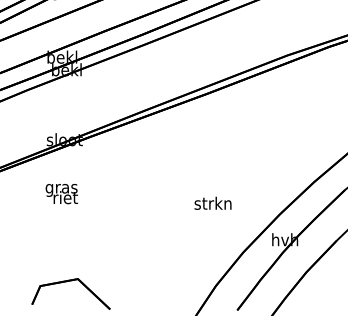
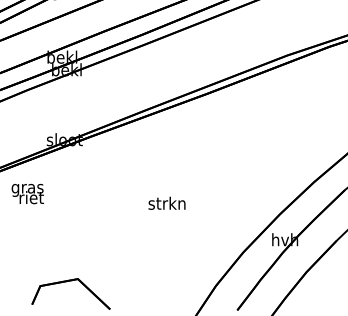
text at (61, 194) position: (61, 194) -> (27, 194)
text at (212, 202) position: (212, 202) -> (166, 202)
